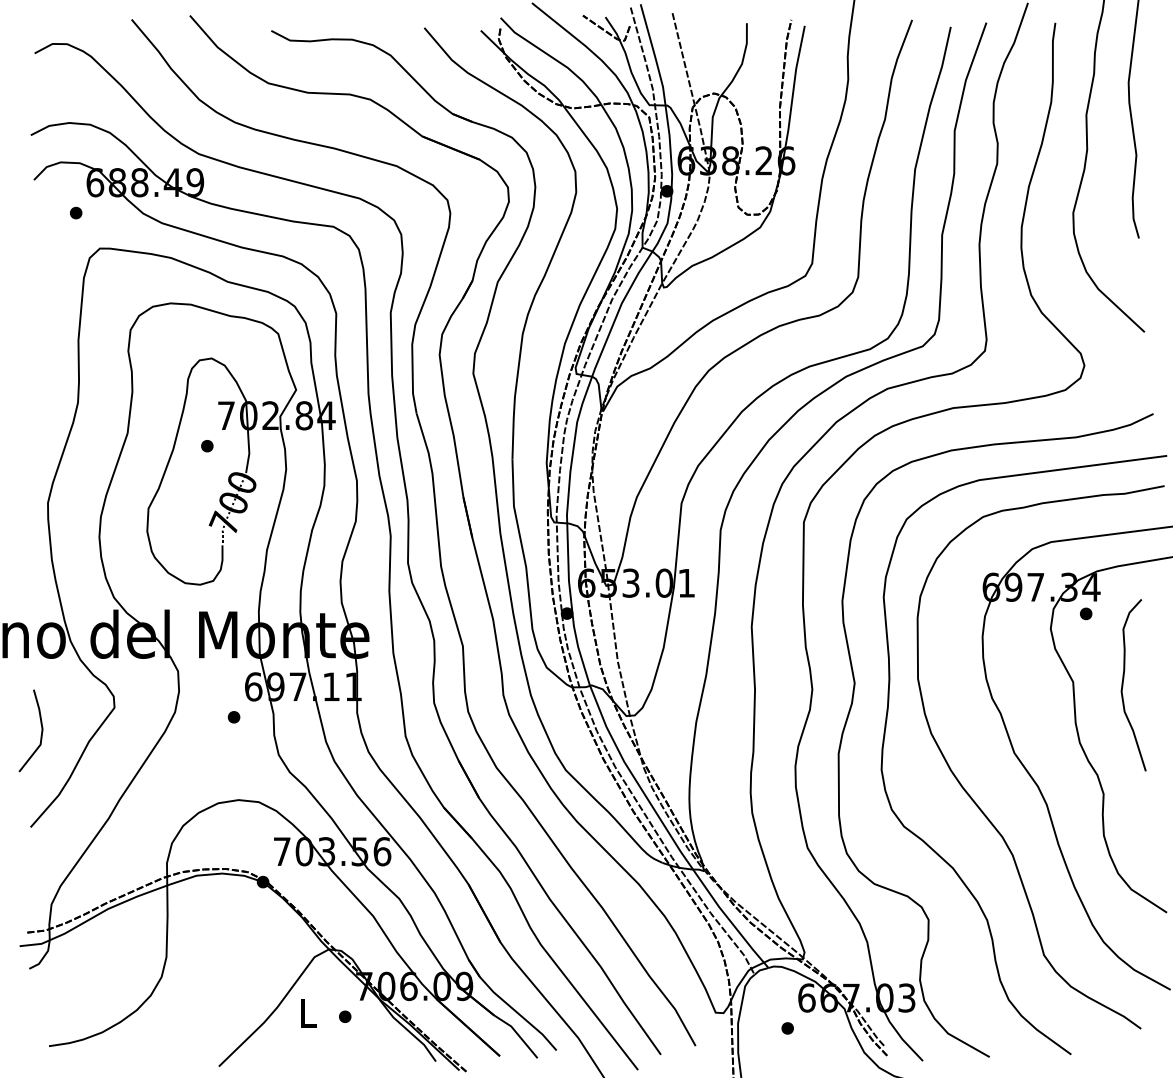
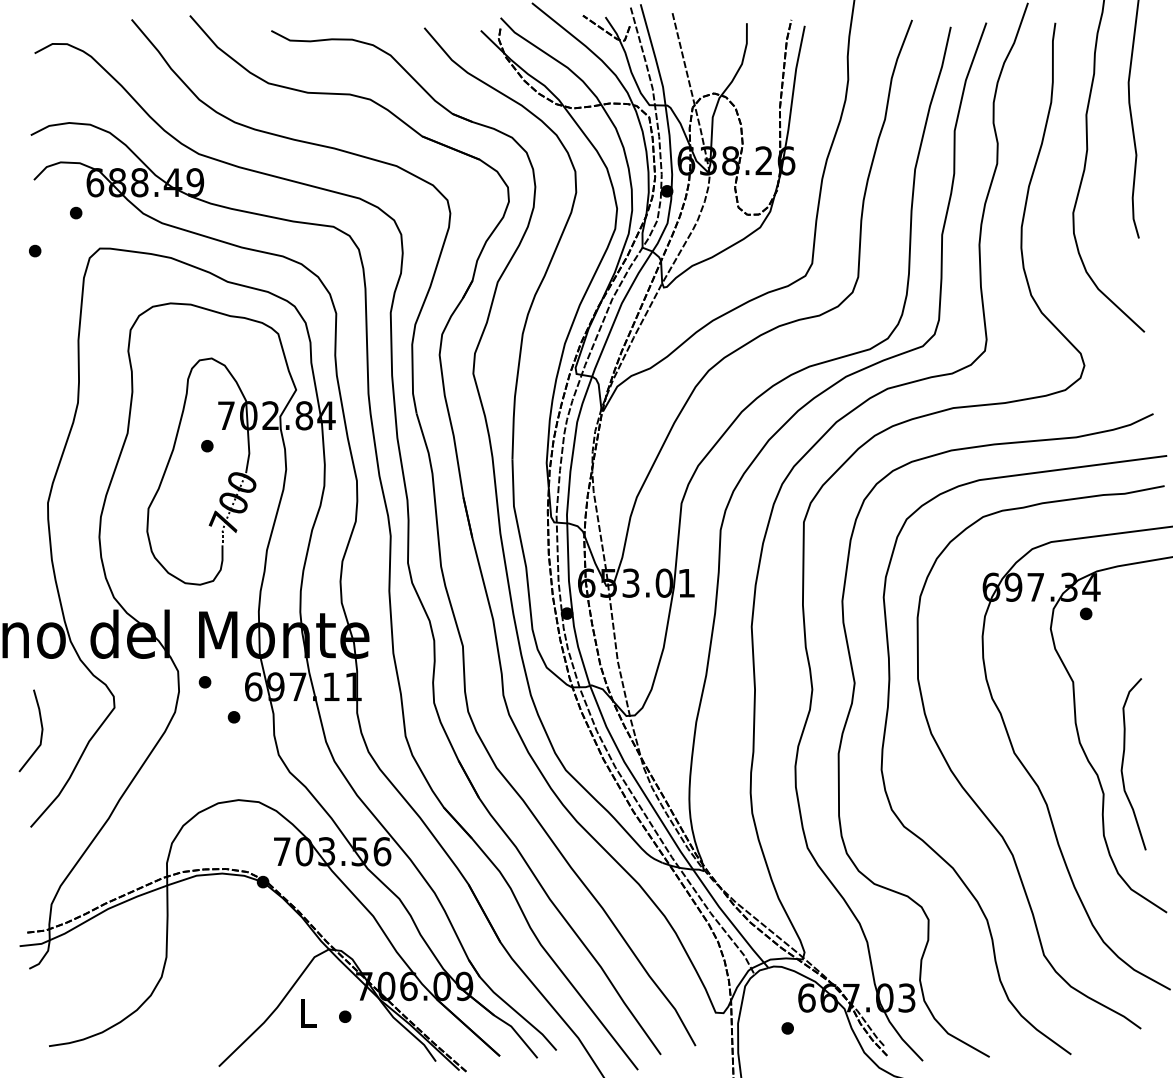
part at (35, 250): none -> present
part at (204, 682): none -> present
curve at (1123, 685) position: (1123, 685) -> (1123, 764)
